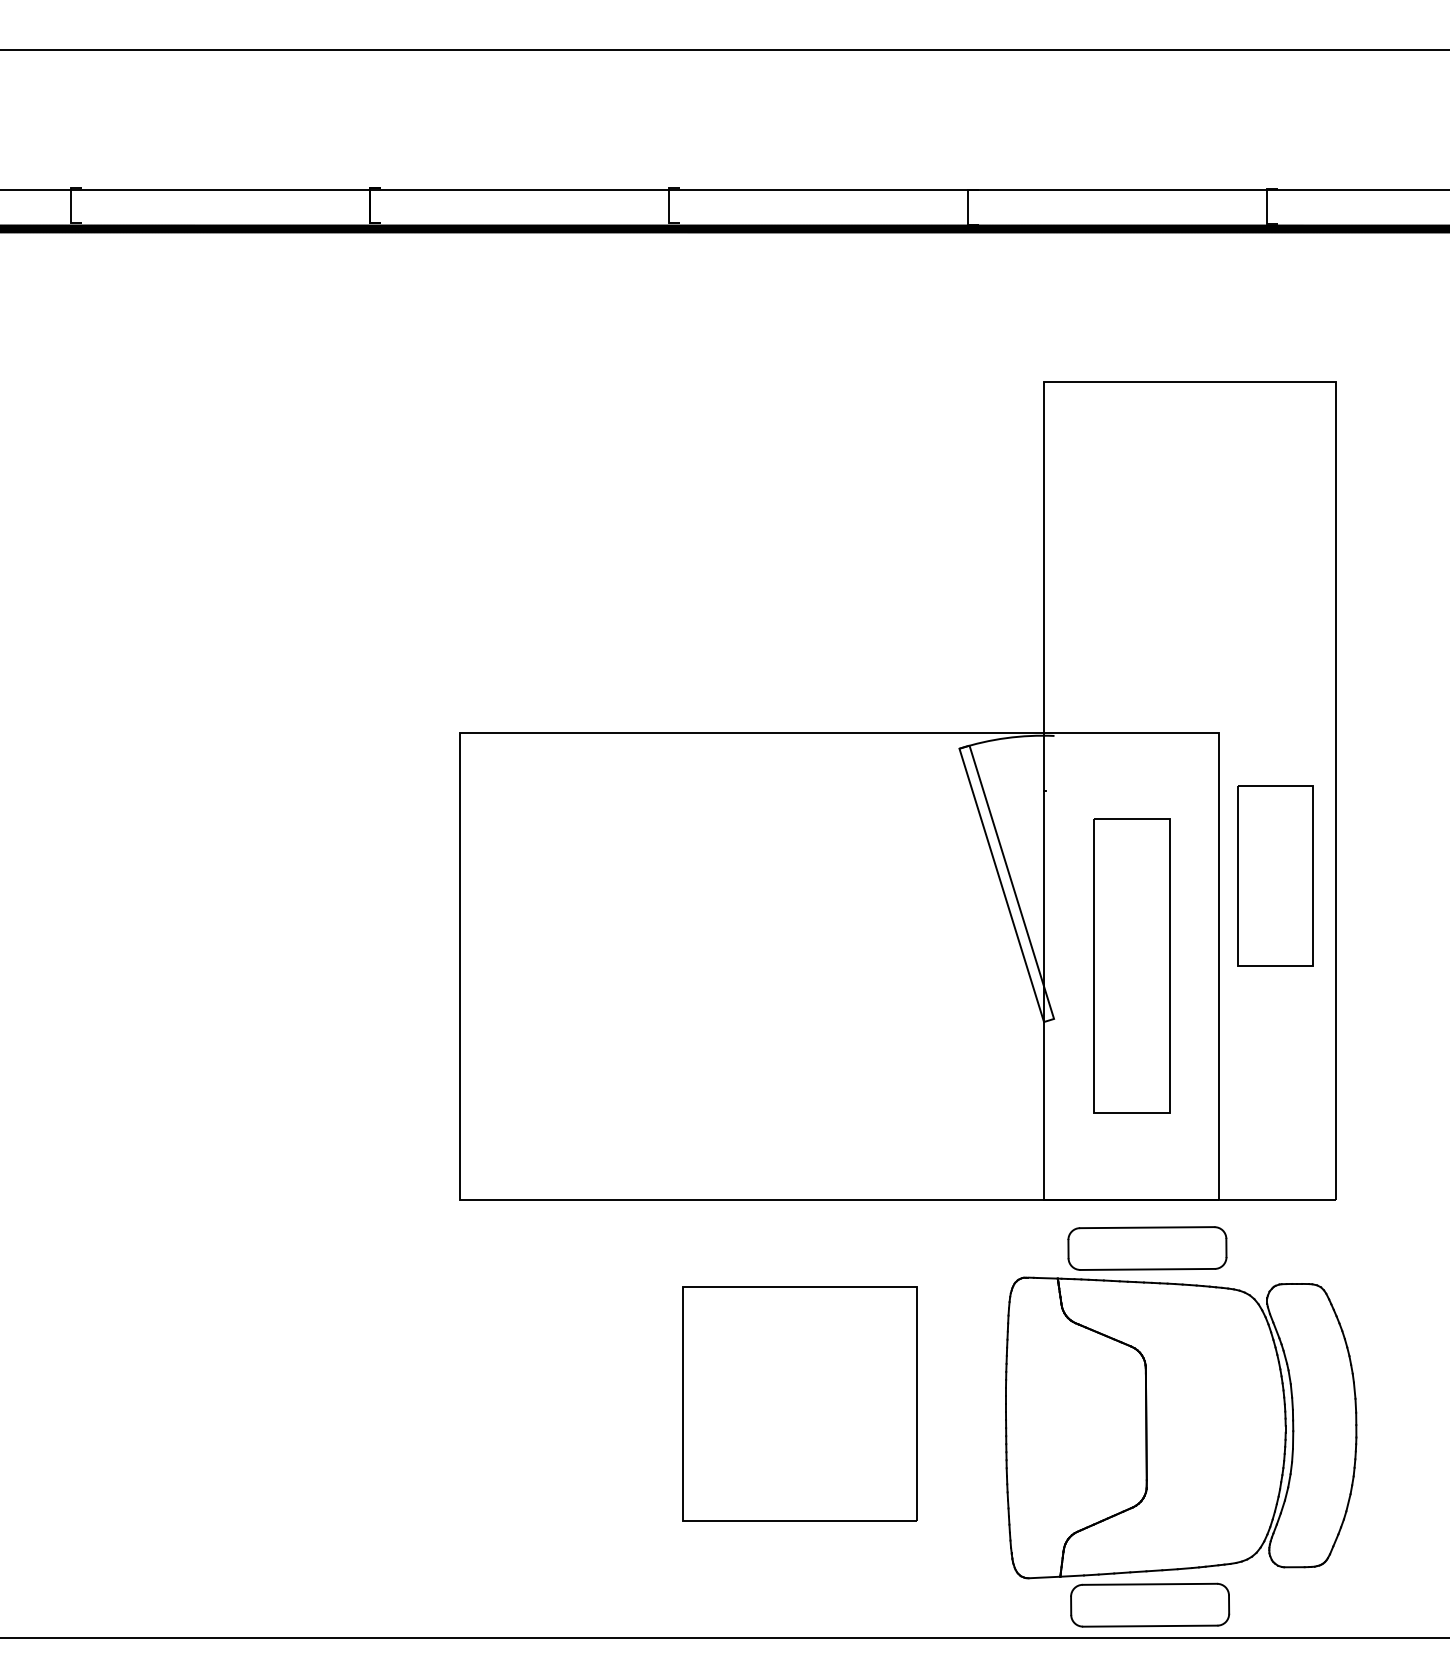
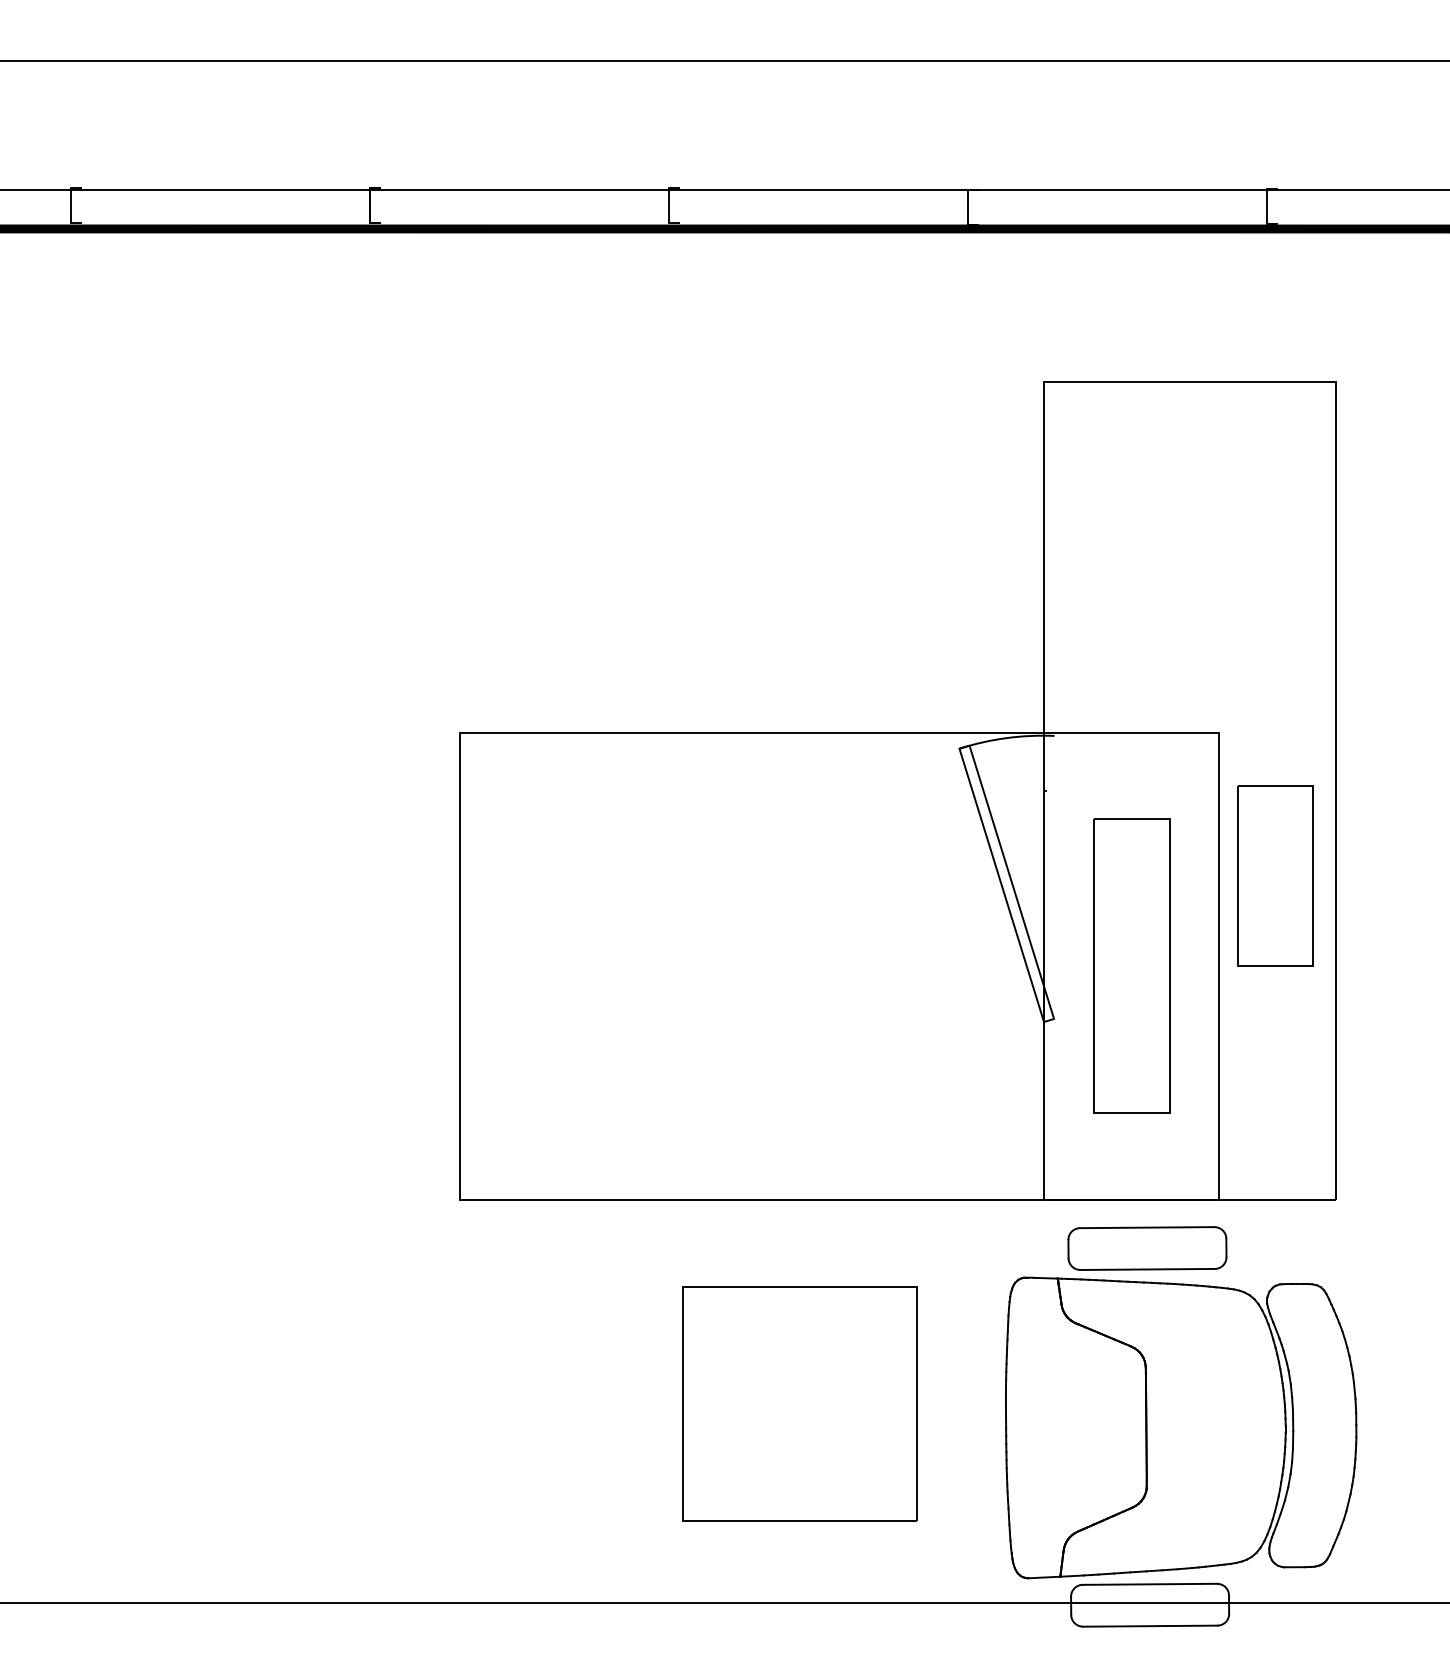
line at (724, 50) position: (724, 50) -> (724, 61)
line at (724, 1638) position: (724, 1638) -> (724, 1603)
